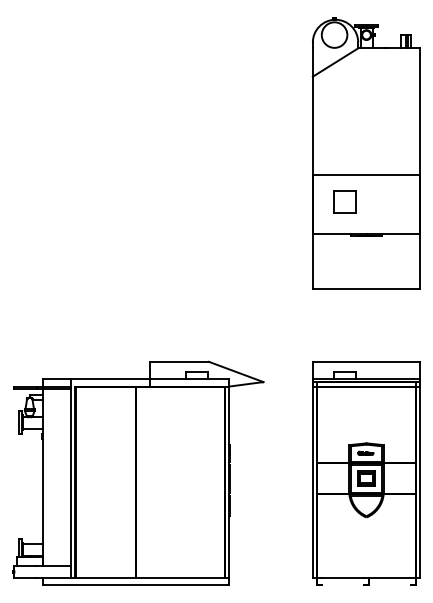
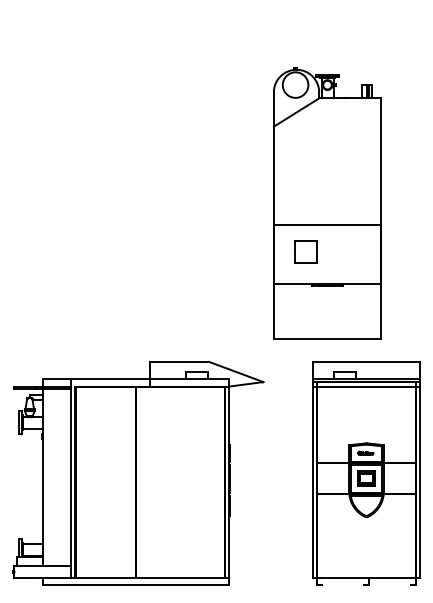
part at (365, 153) position: (365, 153) -> (326, 203)
